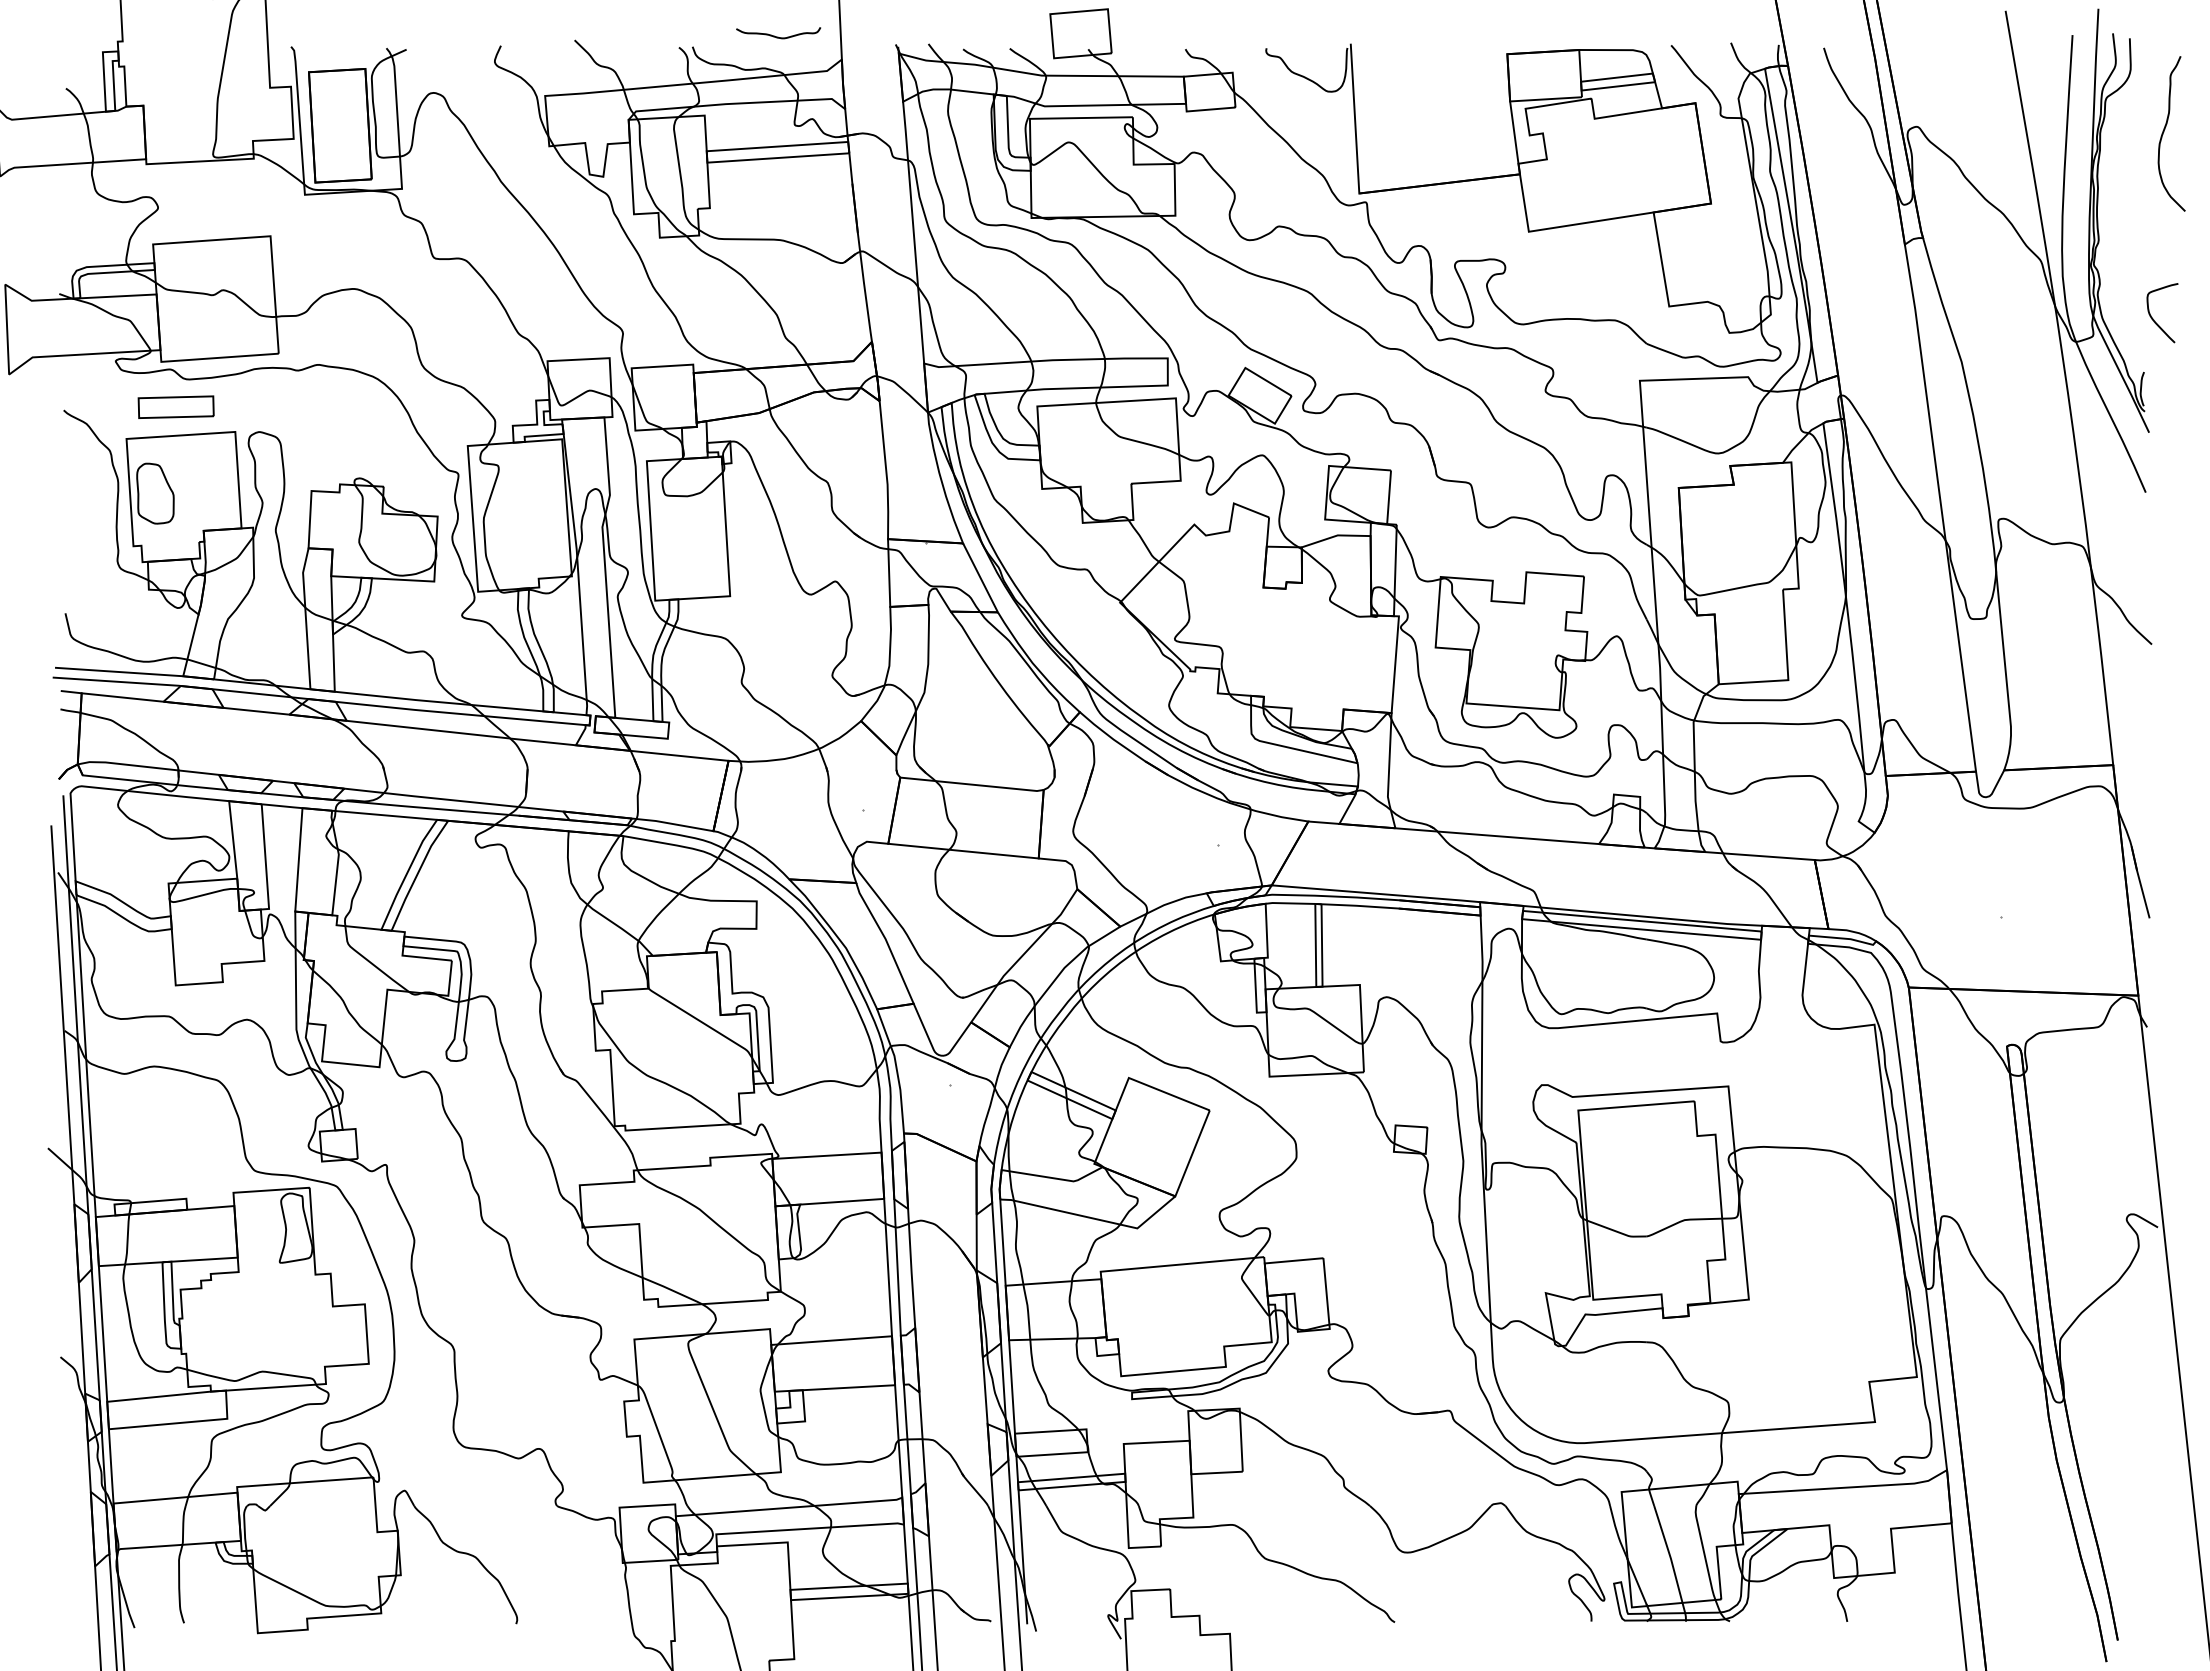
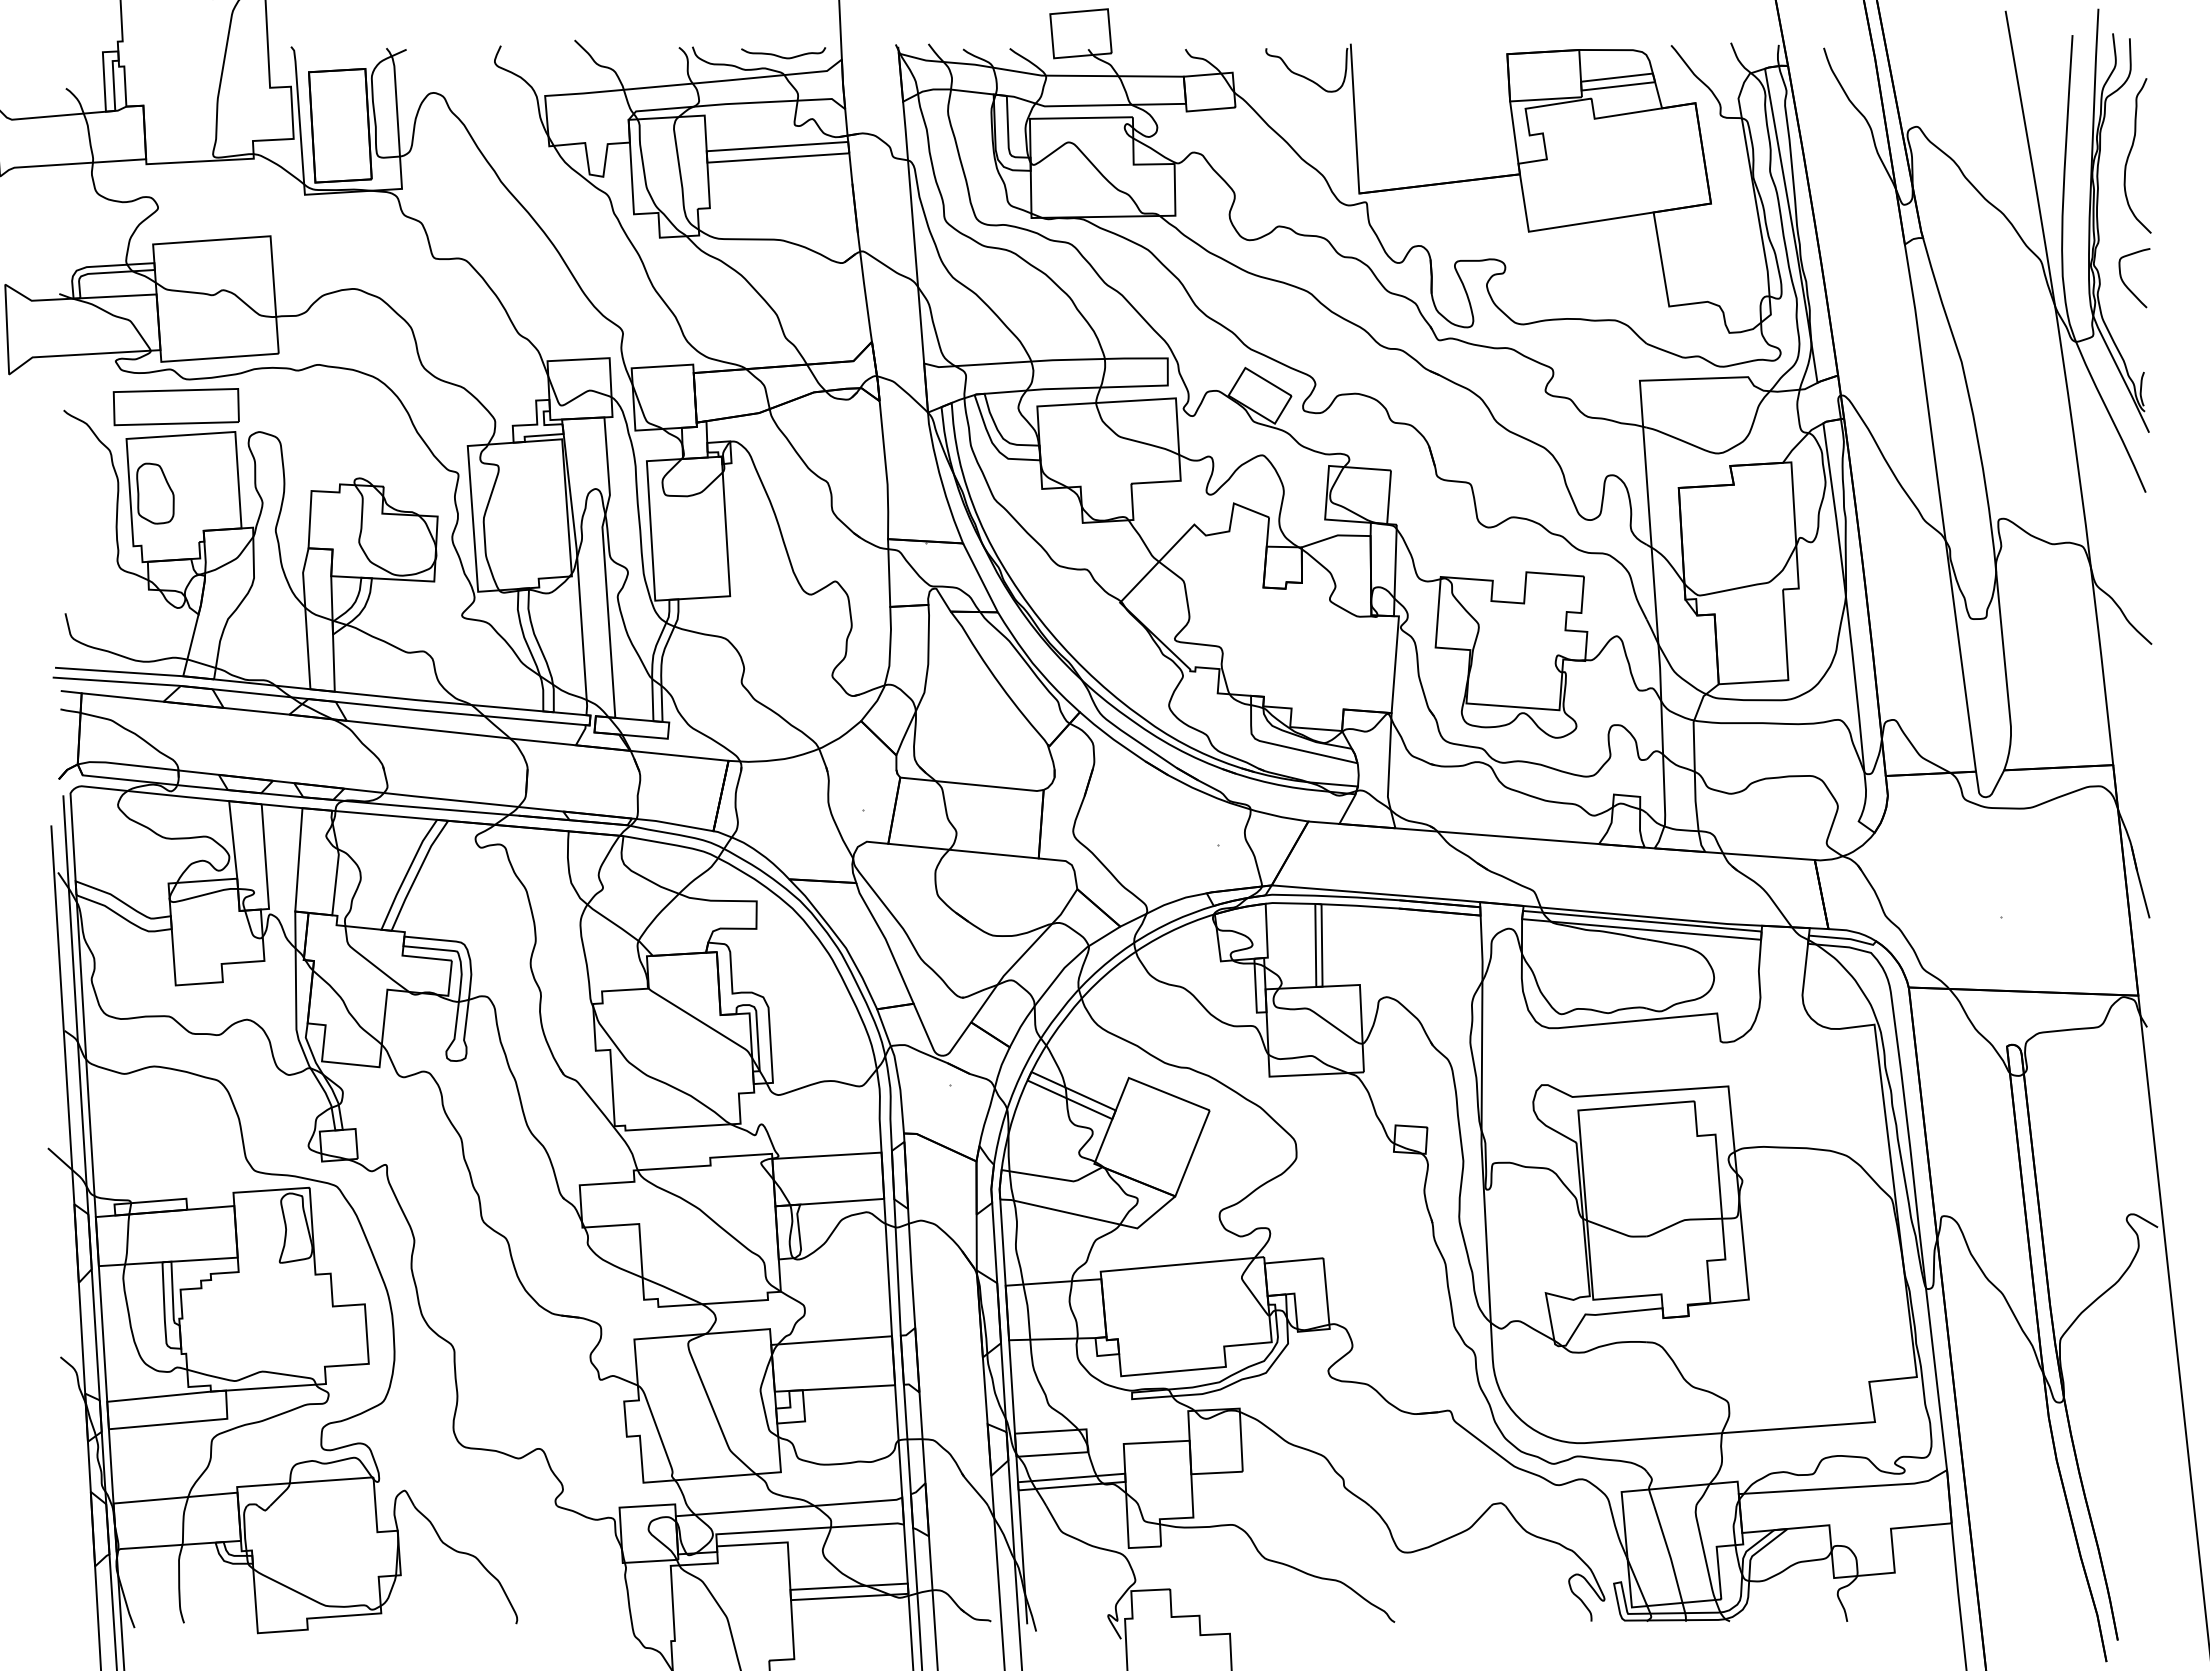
curve at (778, 36) position: (778, 36) -> (783, 56)
curve at (2164, 132) position: (2164, 132) -> (2130, 154)
curve at (2154, 319) position: (2154, 319) -> (2126, 284)
part at (175, 406) size: 78x24 px -> 128x39 px
